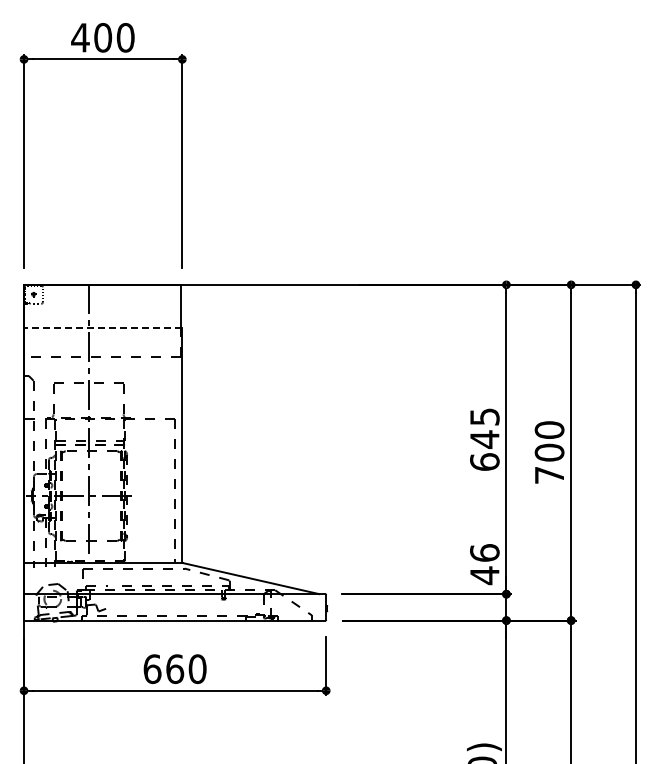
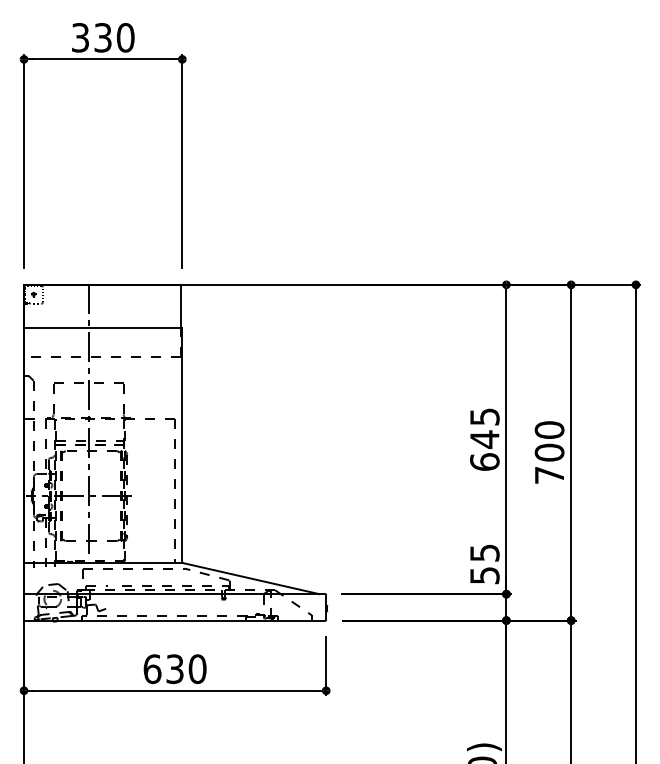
text at (91, 37): 400 -> 330
line at (102, 328): dashed -> solid
text at (484, 564): 46 -> 55
text at (175, 669): 660 -> 630
